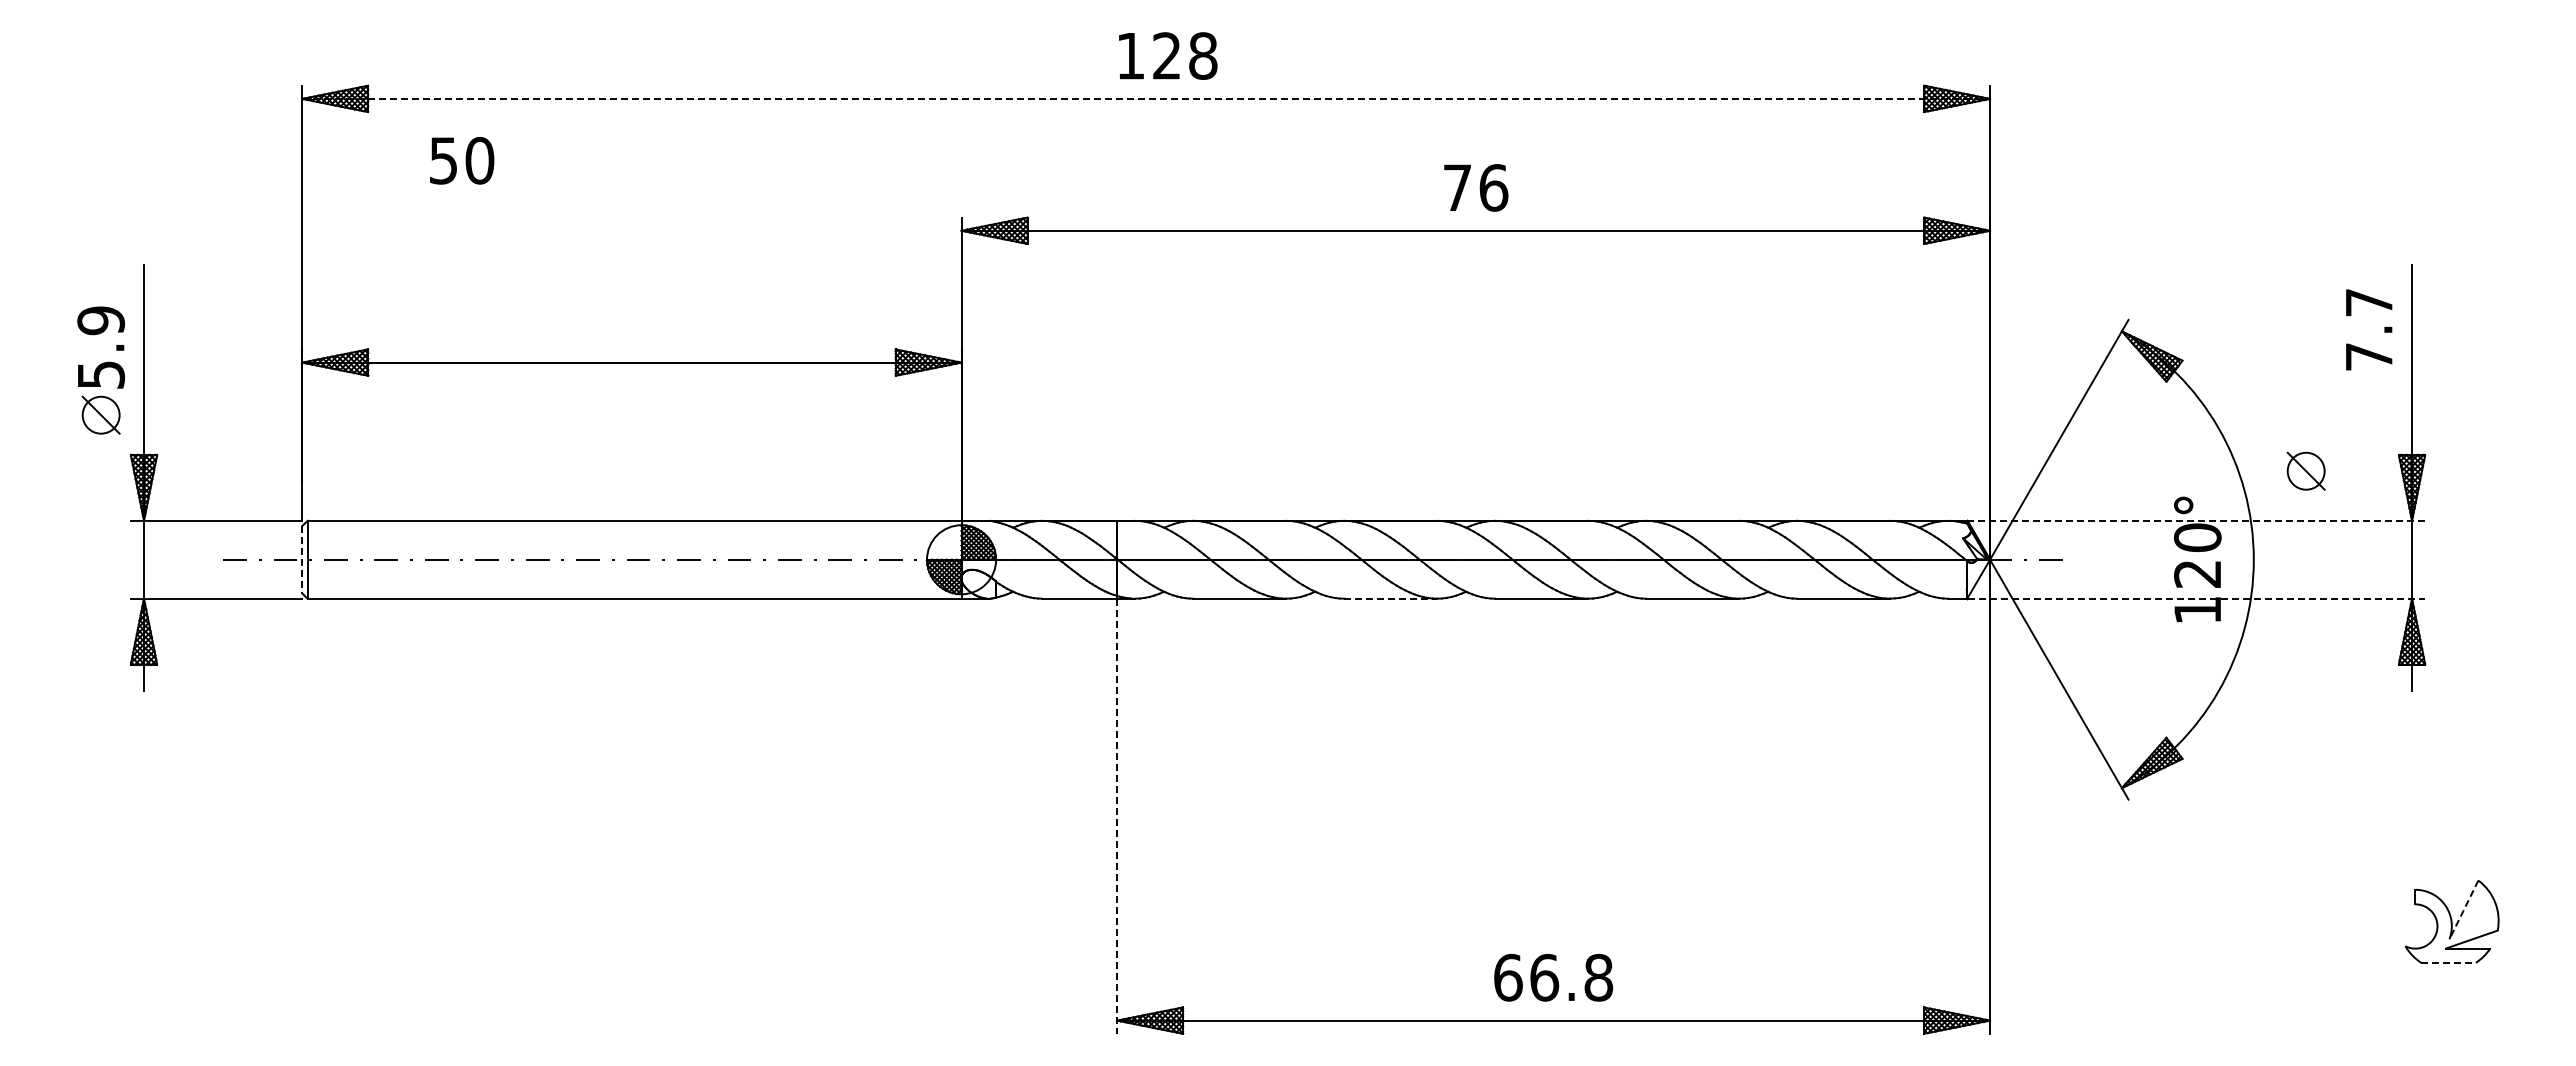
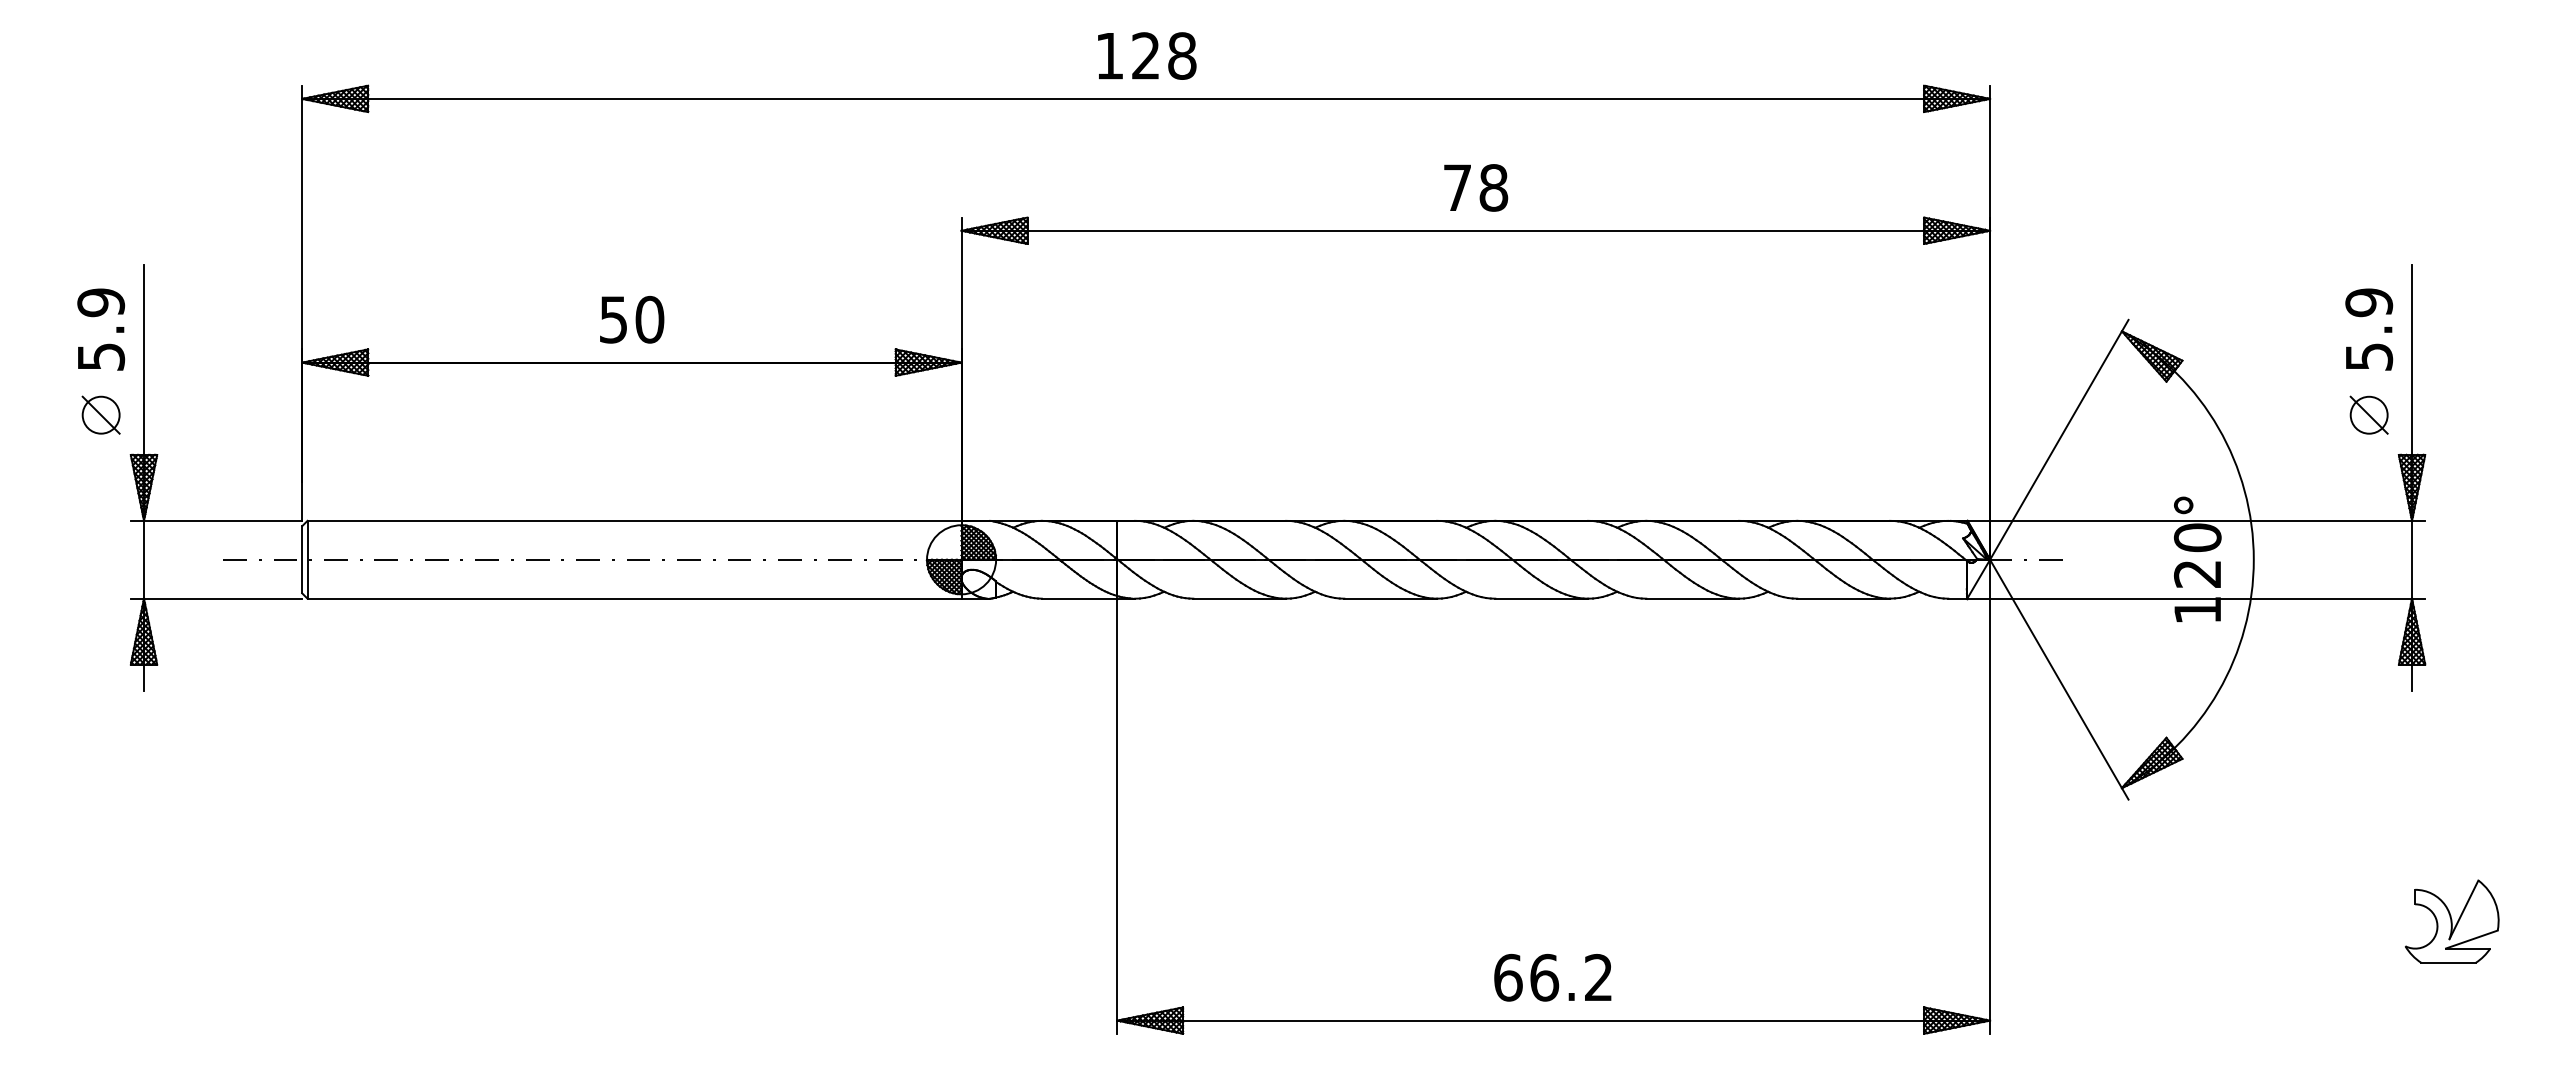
text at (1168, 55) position: (1168, 55) -> (1147, 55)
line at (1146, 98): dashed -> solid
text at (462, 160) position: (462, 160) -> (632, 319)
text at (1493, 187): 76 -> 78
text at (2369, 329): 7.7 -> 5.9
text at (101, 347) position: (101, 347) -> (101, 329)
part at (2305, 470) position: (2305, 470) -> (2368, 414)
line at (2196, 520): dashed -> solid
line at (302, 559): dashed -> solid
line at (1391, 598): dashed -> solid
line at (2196, 598): dashed -> solid
line at (1117, 816): dashed -> solid
line at (2463, 909): dashed -> solid
line at (2449, 962): dashed -> solid
text at (1598, 977): 66.8 -> 66.2
